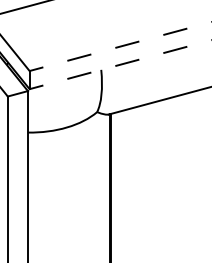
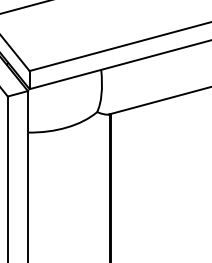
line at (120, 46): dashed -> solid
line at (120, 64): dashed -> solid
